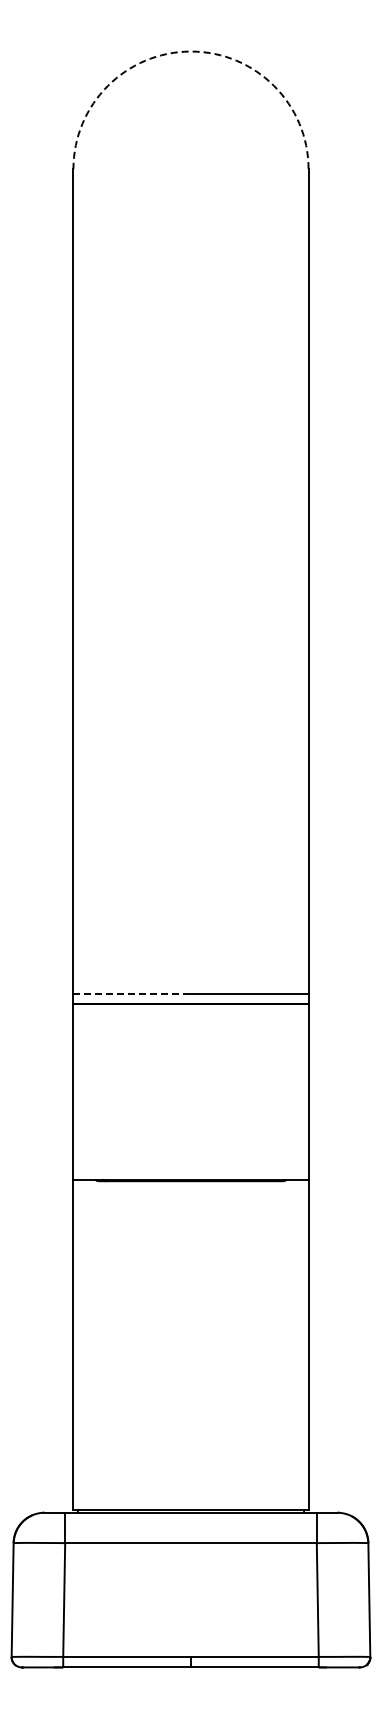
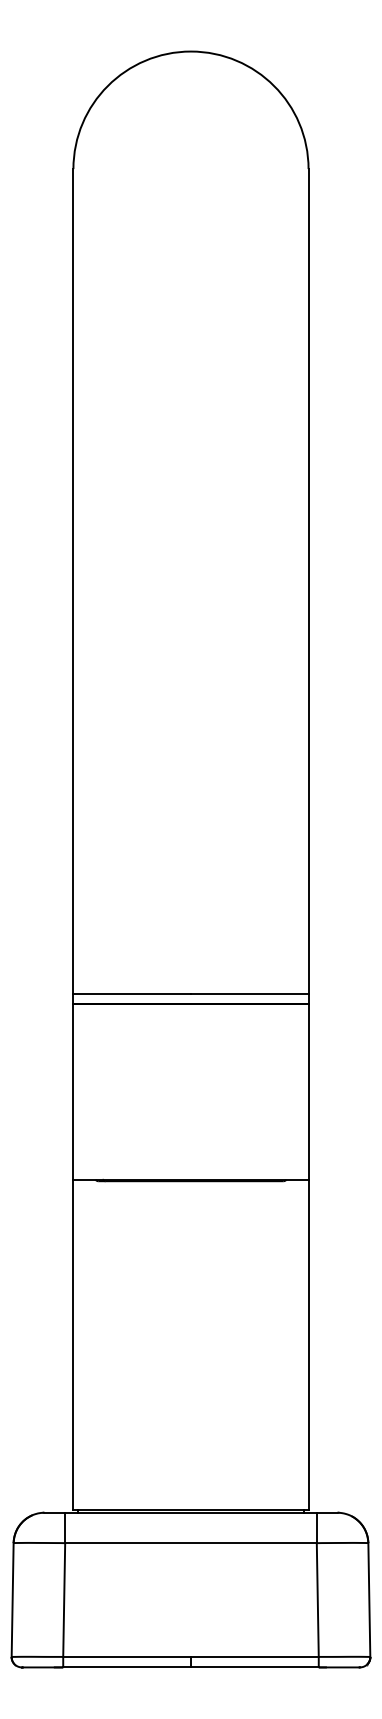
arc at (191, 51): dashed -> solid
line at (132, 994): dashed -> solid
